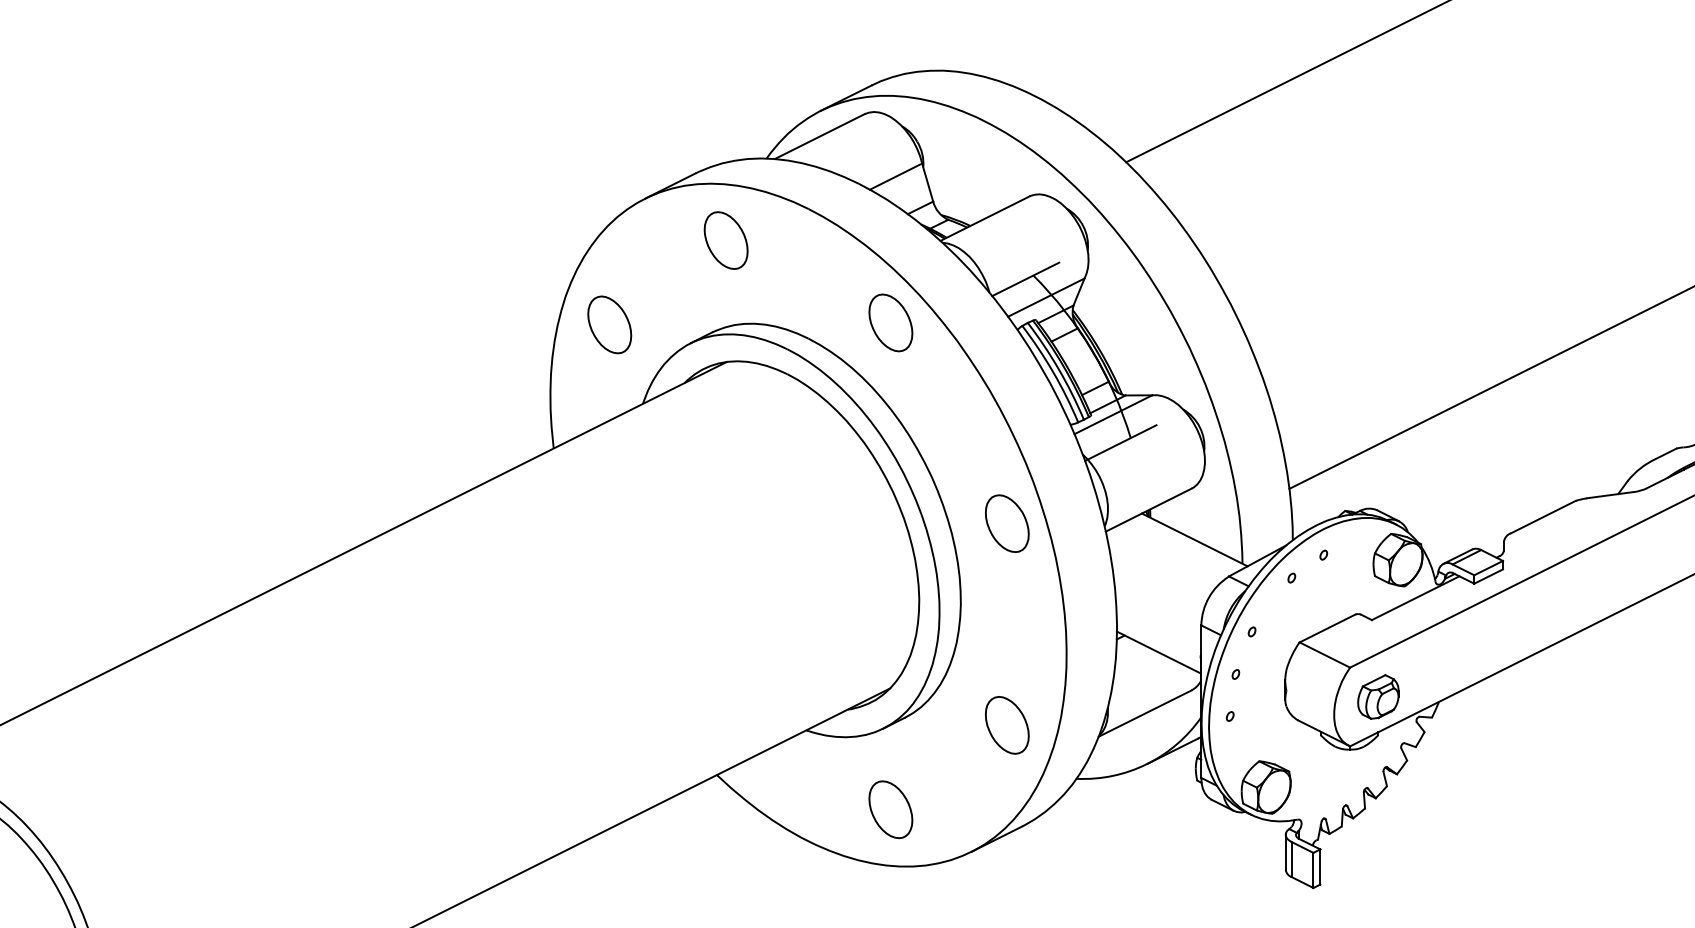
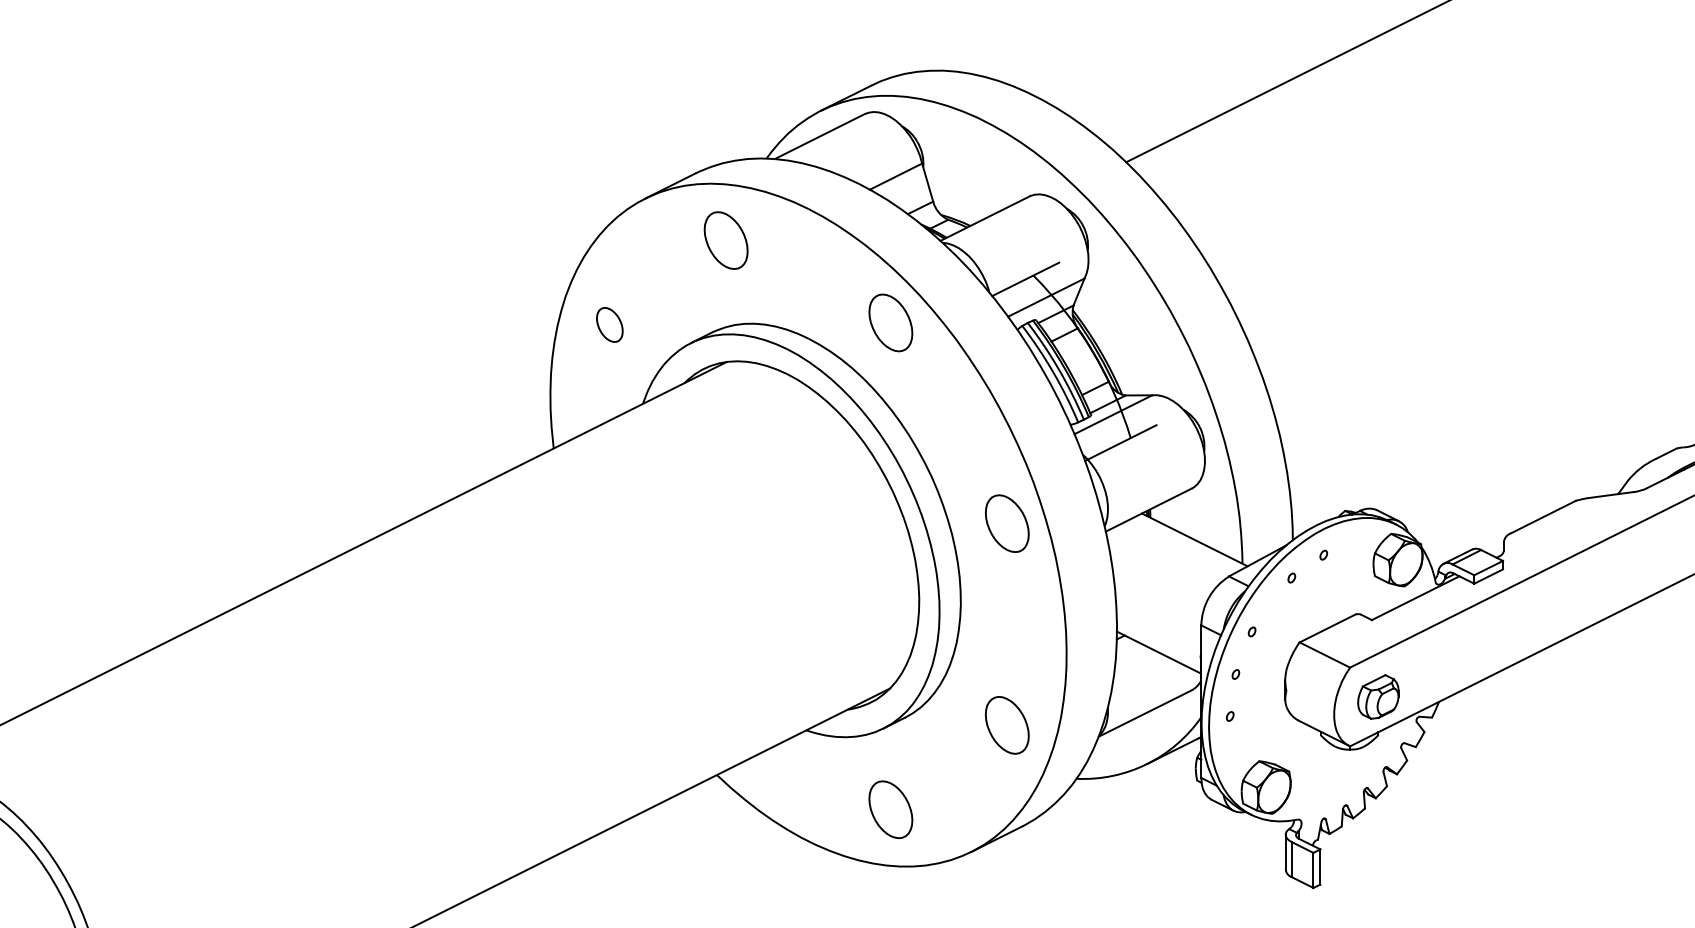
part at (609, 324) size: 46x60 px -> 28x36 px
line at (1490, 387): present -> none
